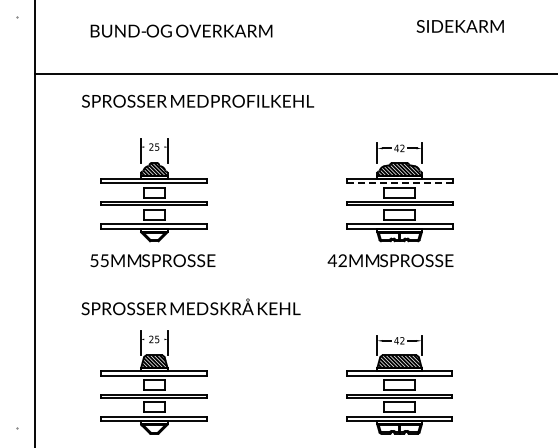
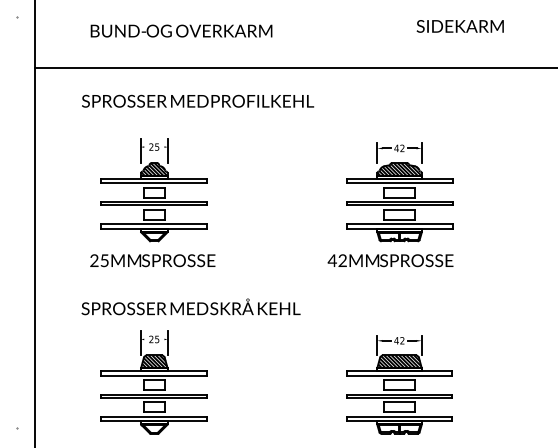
line at (294, 74) position: (294, 74) -> (294, 68)
line at (399, 183): dashed -> solid
text at (94, 260): 55MM -> 25MM
